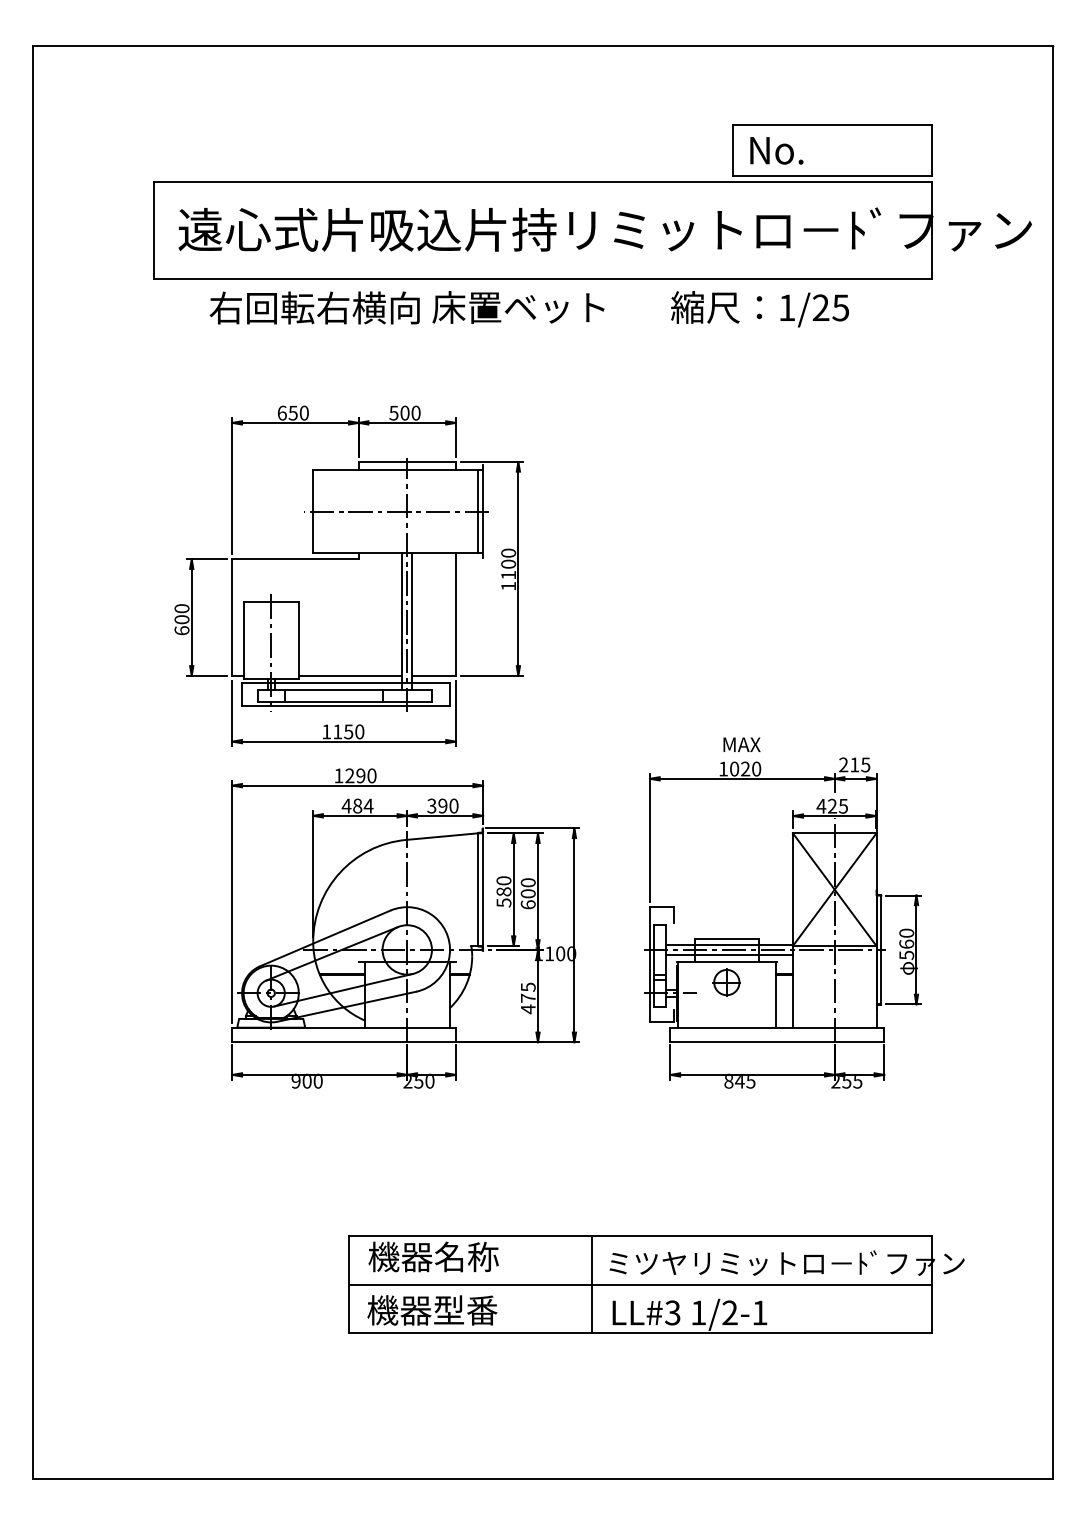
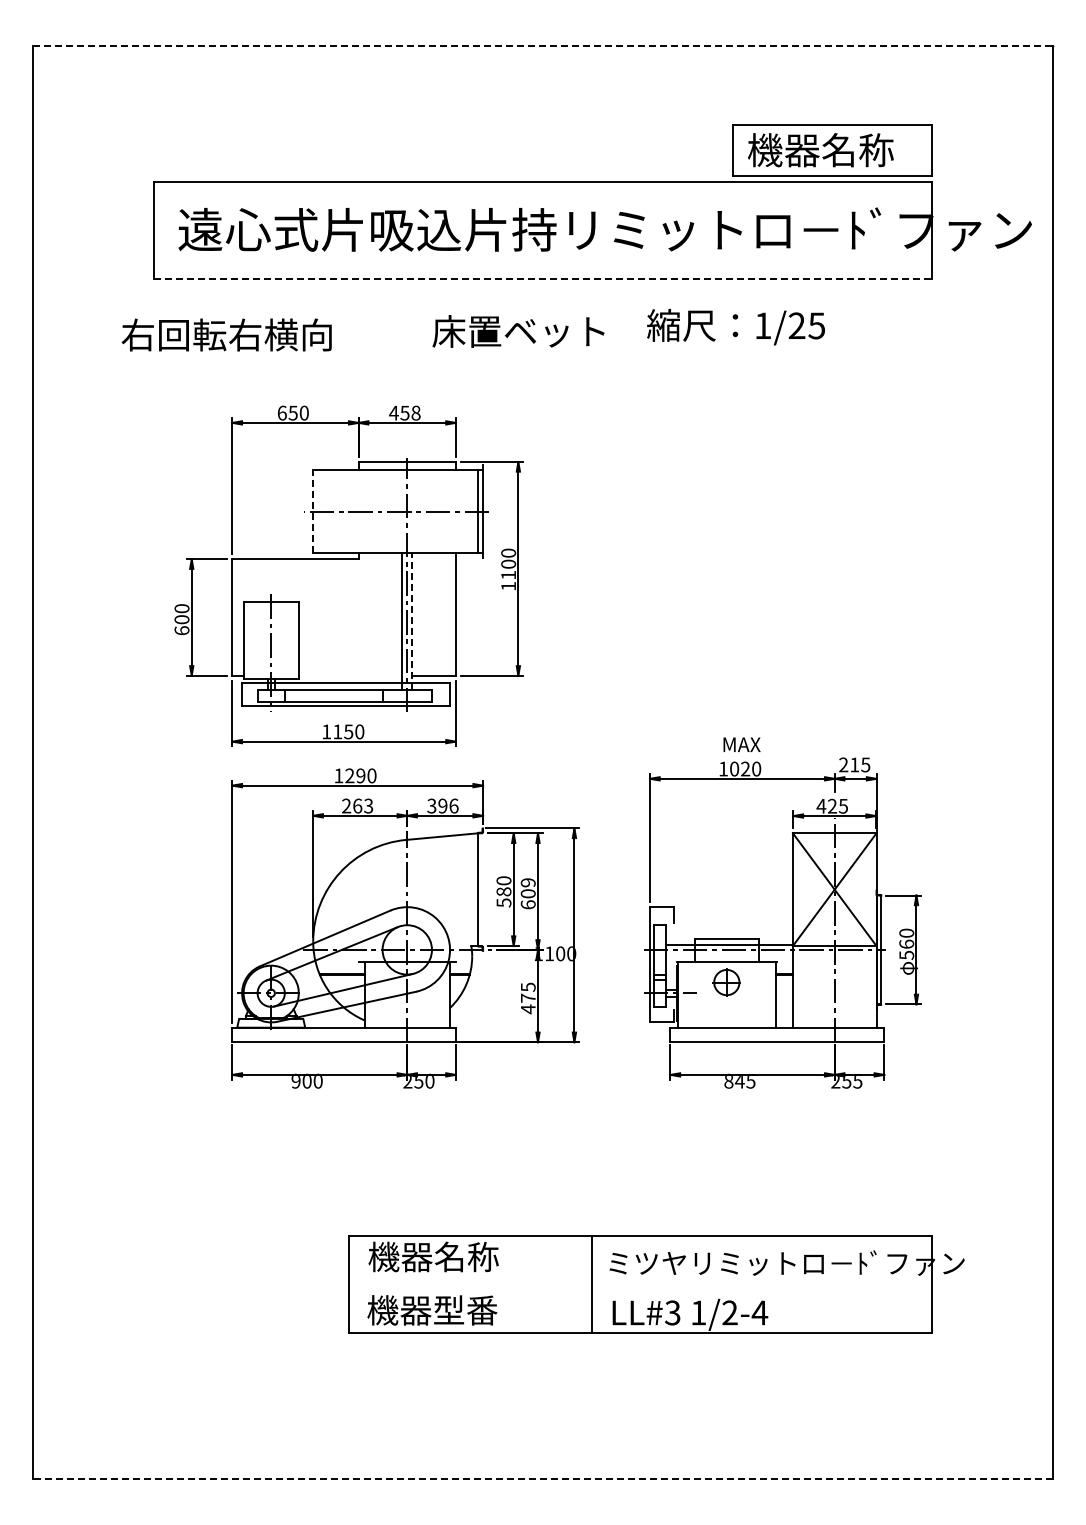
line at (543, 45): solid -> dashed
text at (820, 150): No. -> 機器名称
line at (543, 279): solid -> dashed
text at (314, 307) position: (314, 307) -> (226, 334)
text at (518, 307) position: (518, 307) -> (518, 331)
text at (759, 309) position: (759, 309) -> (735, 327)
text at (404, 412): 500 -> 458
line at (313, 511): solid -> dashed
line at (412, 621): solid -> dashed
line at (350, 675): present -> none
text at (357, 805): 484 -> 263
text at (453, 805): 390 -> 396
text at (528, 882): 600 -> 609
line at (483, 889): present -> none
line at (729, 954): present -> none
line at (639, 1284): present -> none
text at (759, 1312): 1/2-1 -> 1/2-4
line at (542, 1479): solid -> dashed
